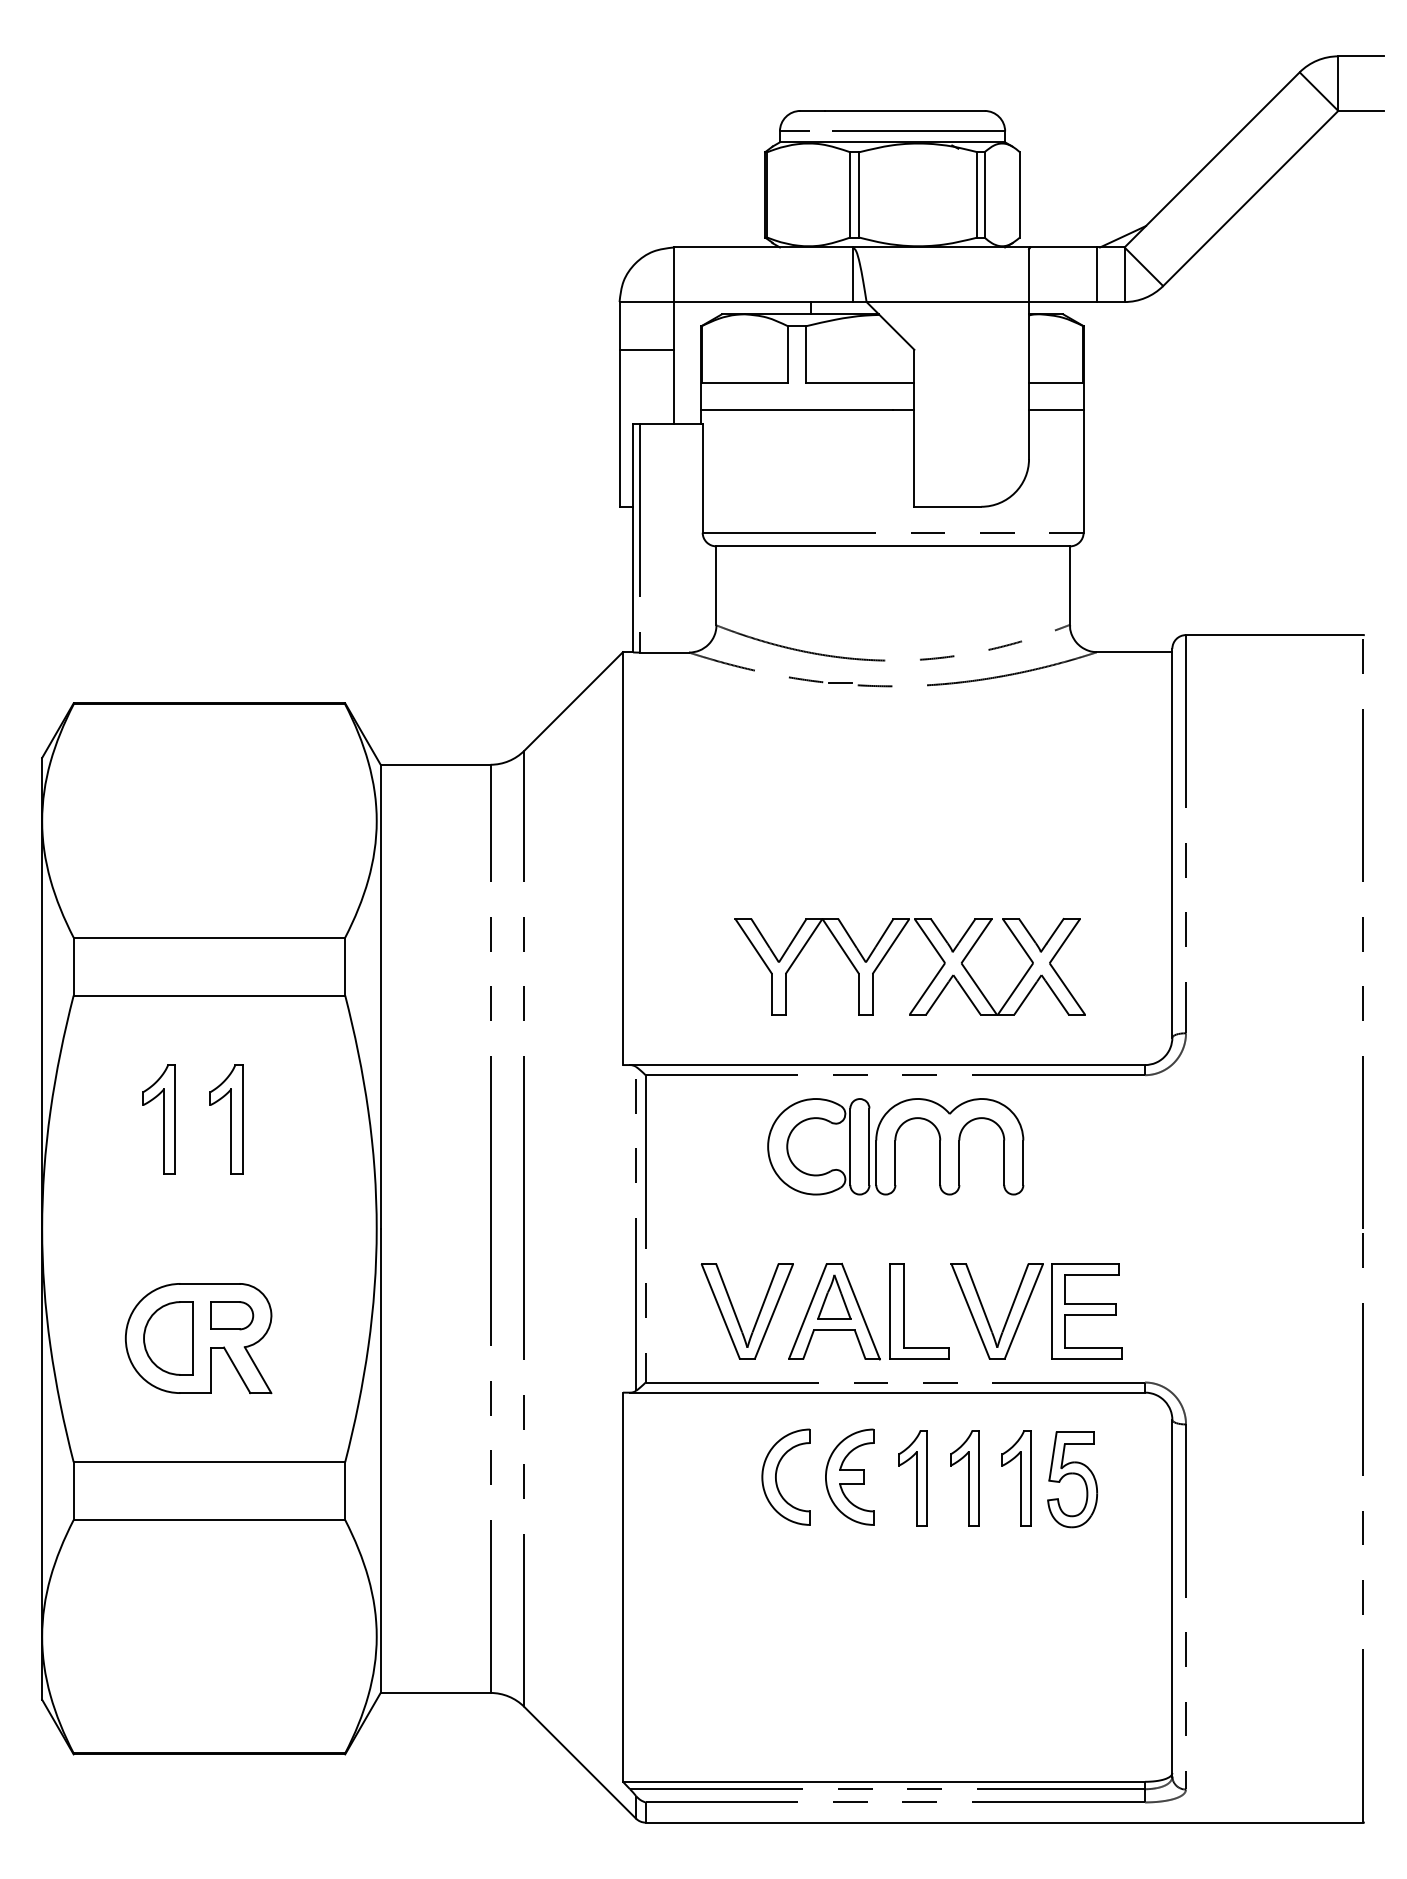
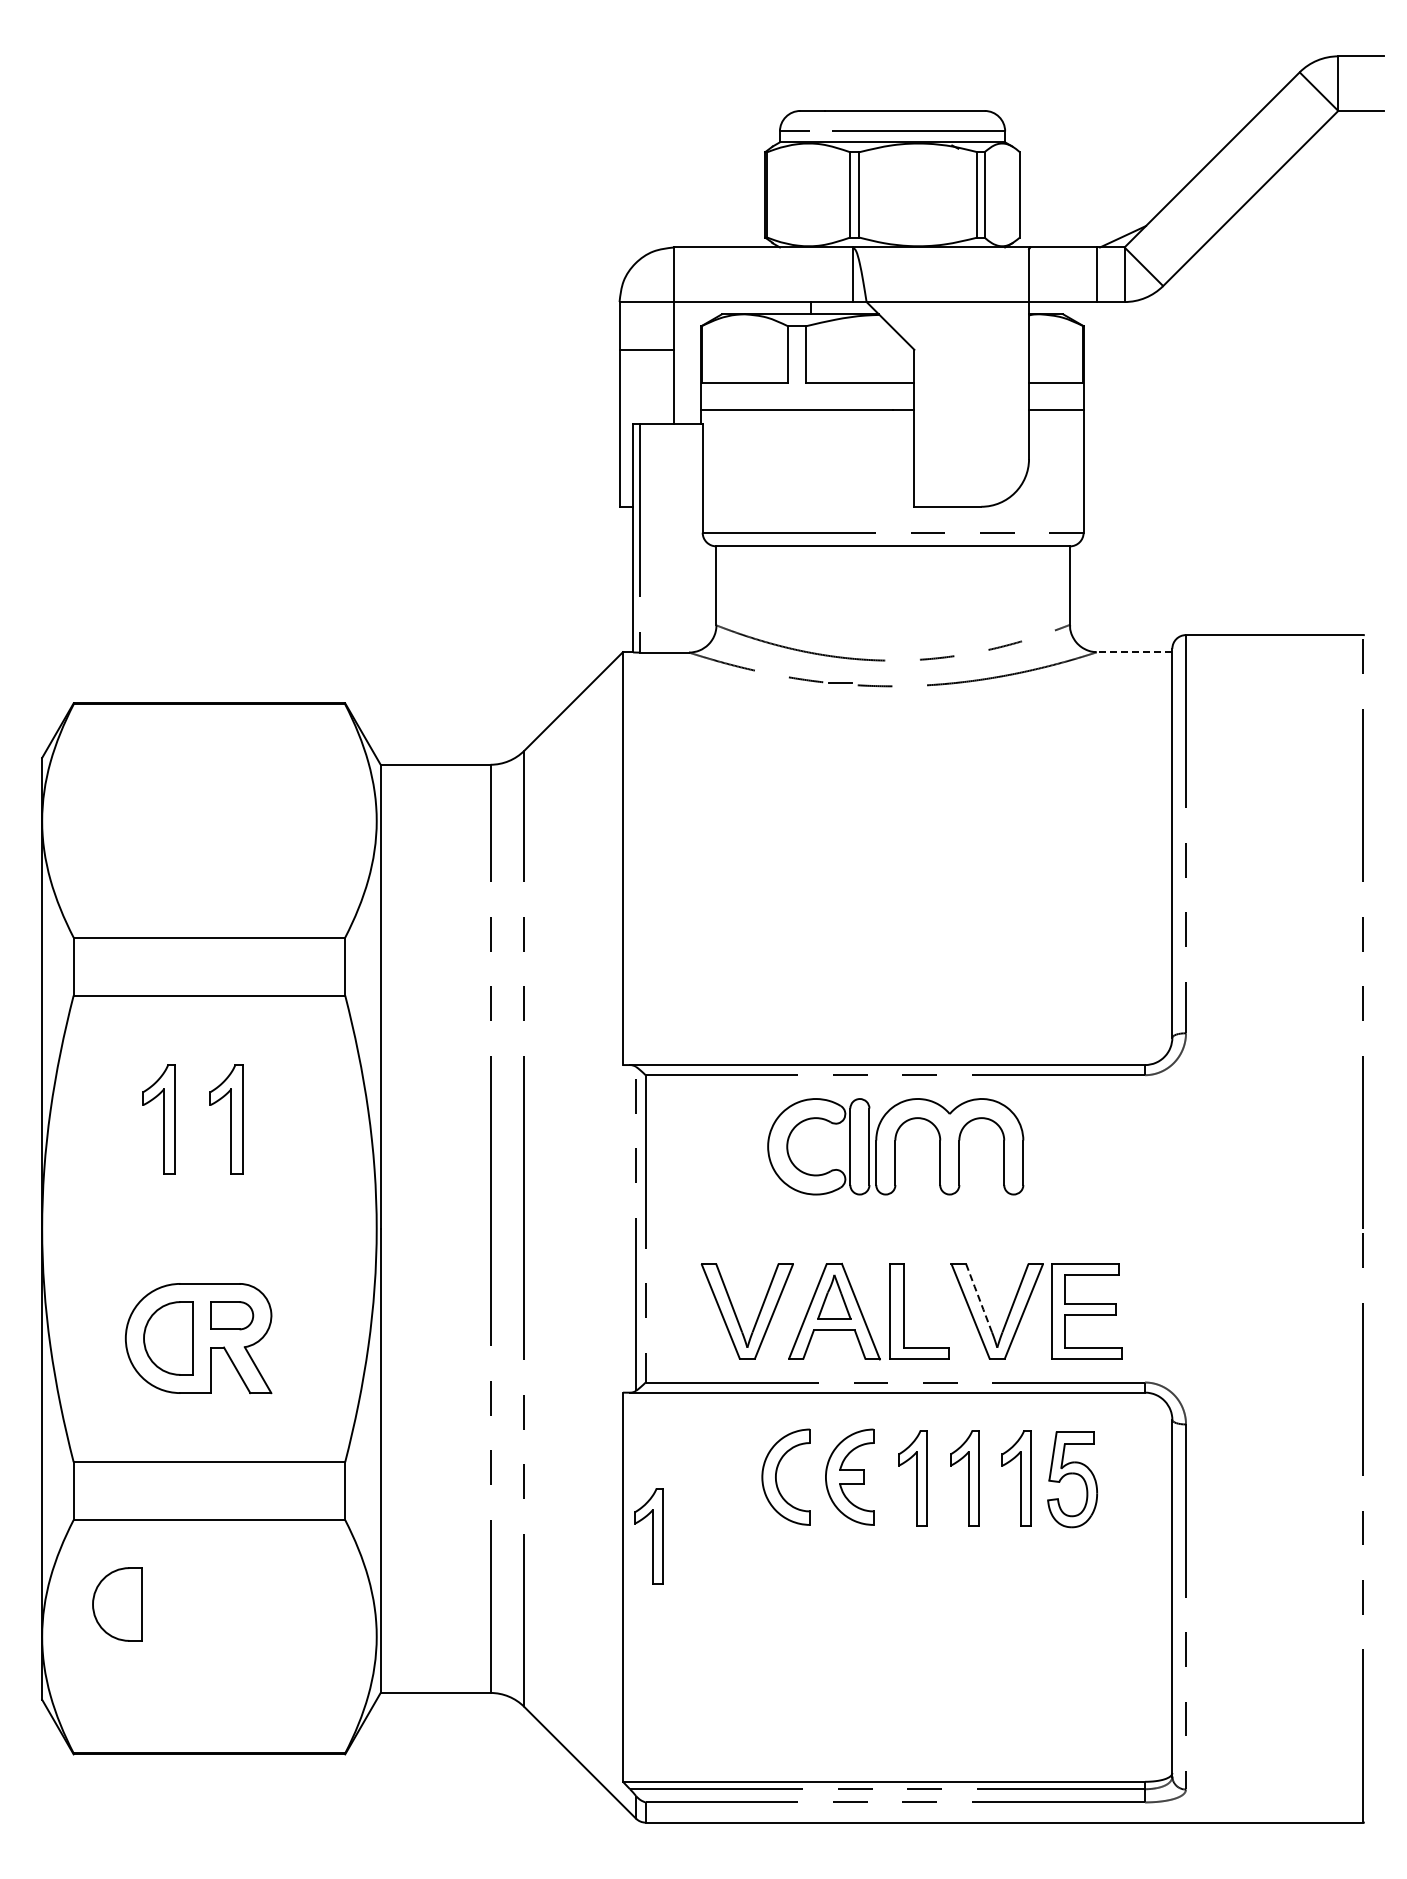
line at (1134, 652): solid -> dashed
part at (888, 952): present -> none
line at (978, 1297): solid -> dashed
part at (648, 1536): none -> present
part at (117, 1604): none -> present
